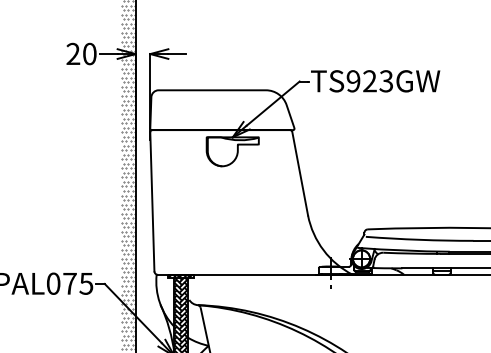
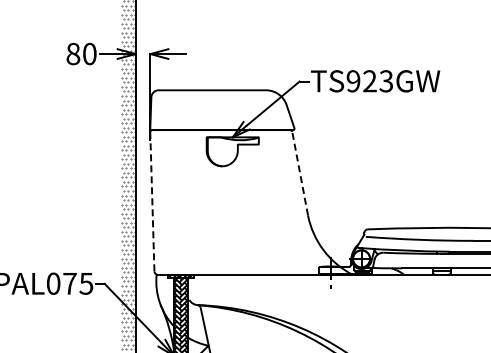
text at (73, 53): 20 -> 80
line at (300, 173): solid -> dashed
line at (152, 201): solid -> dashed
